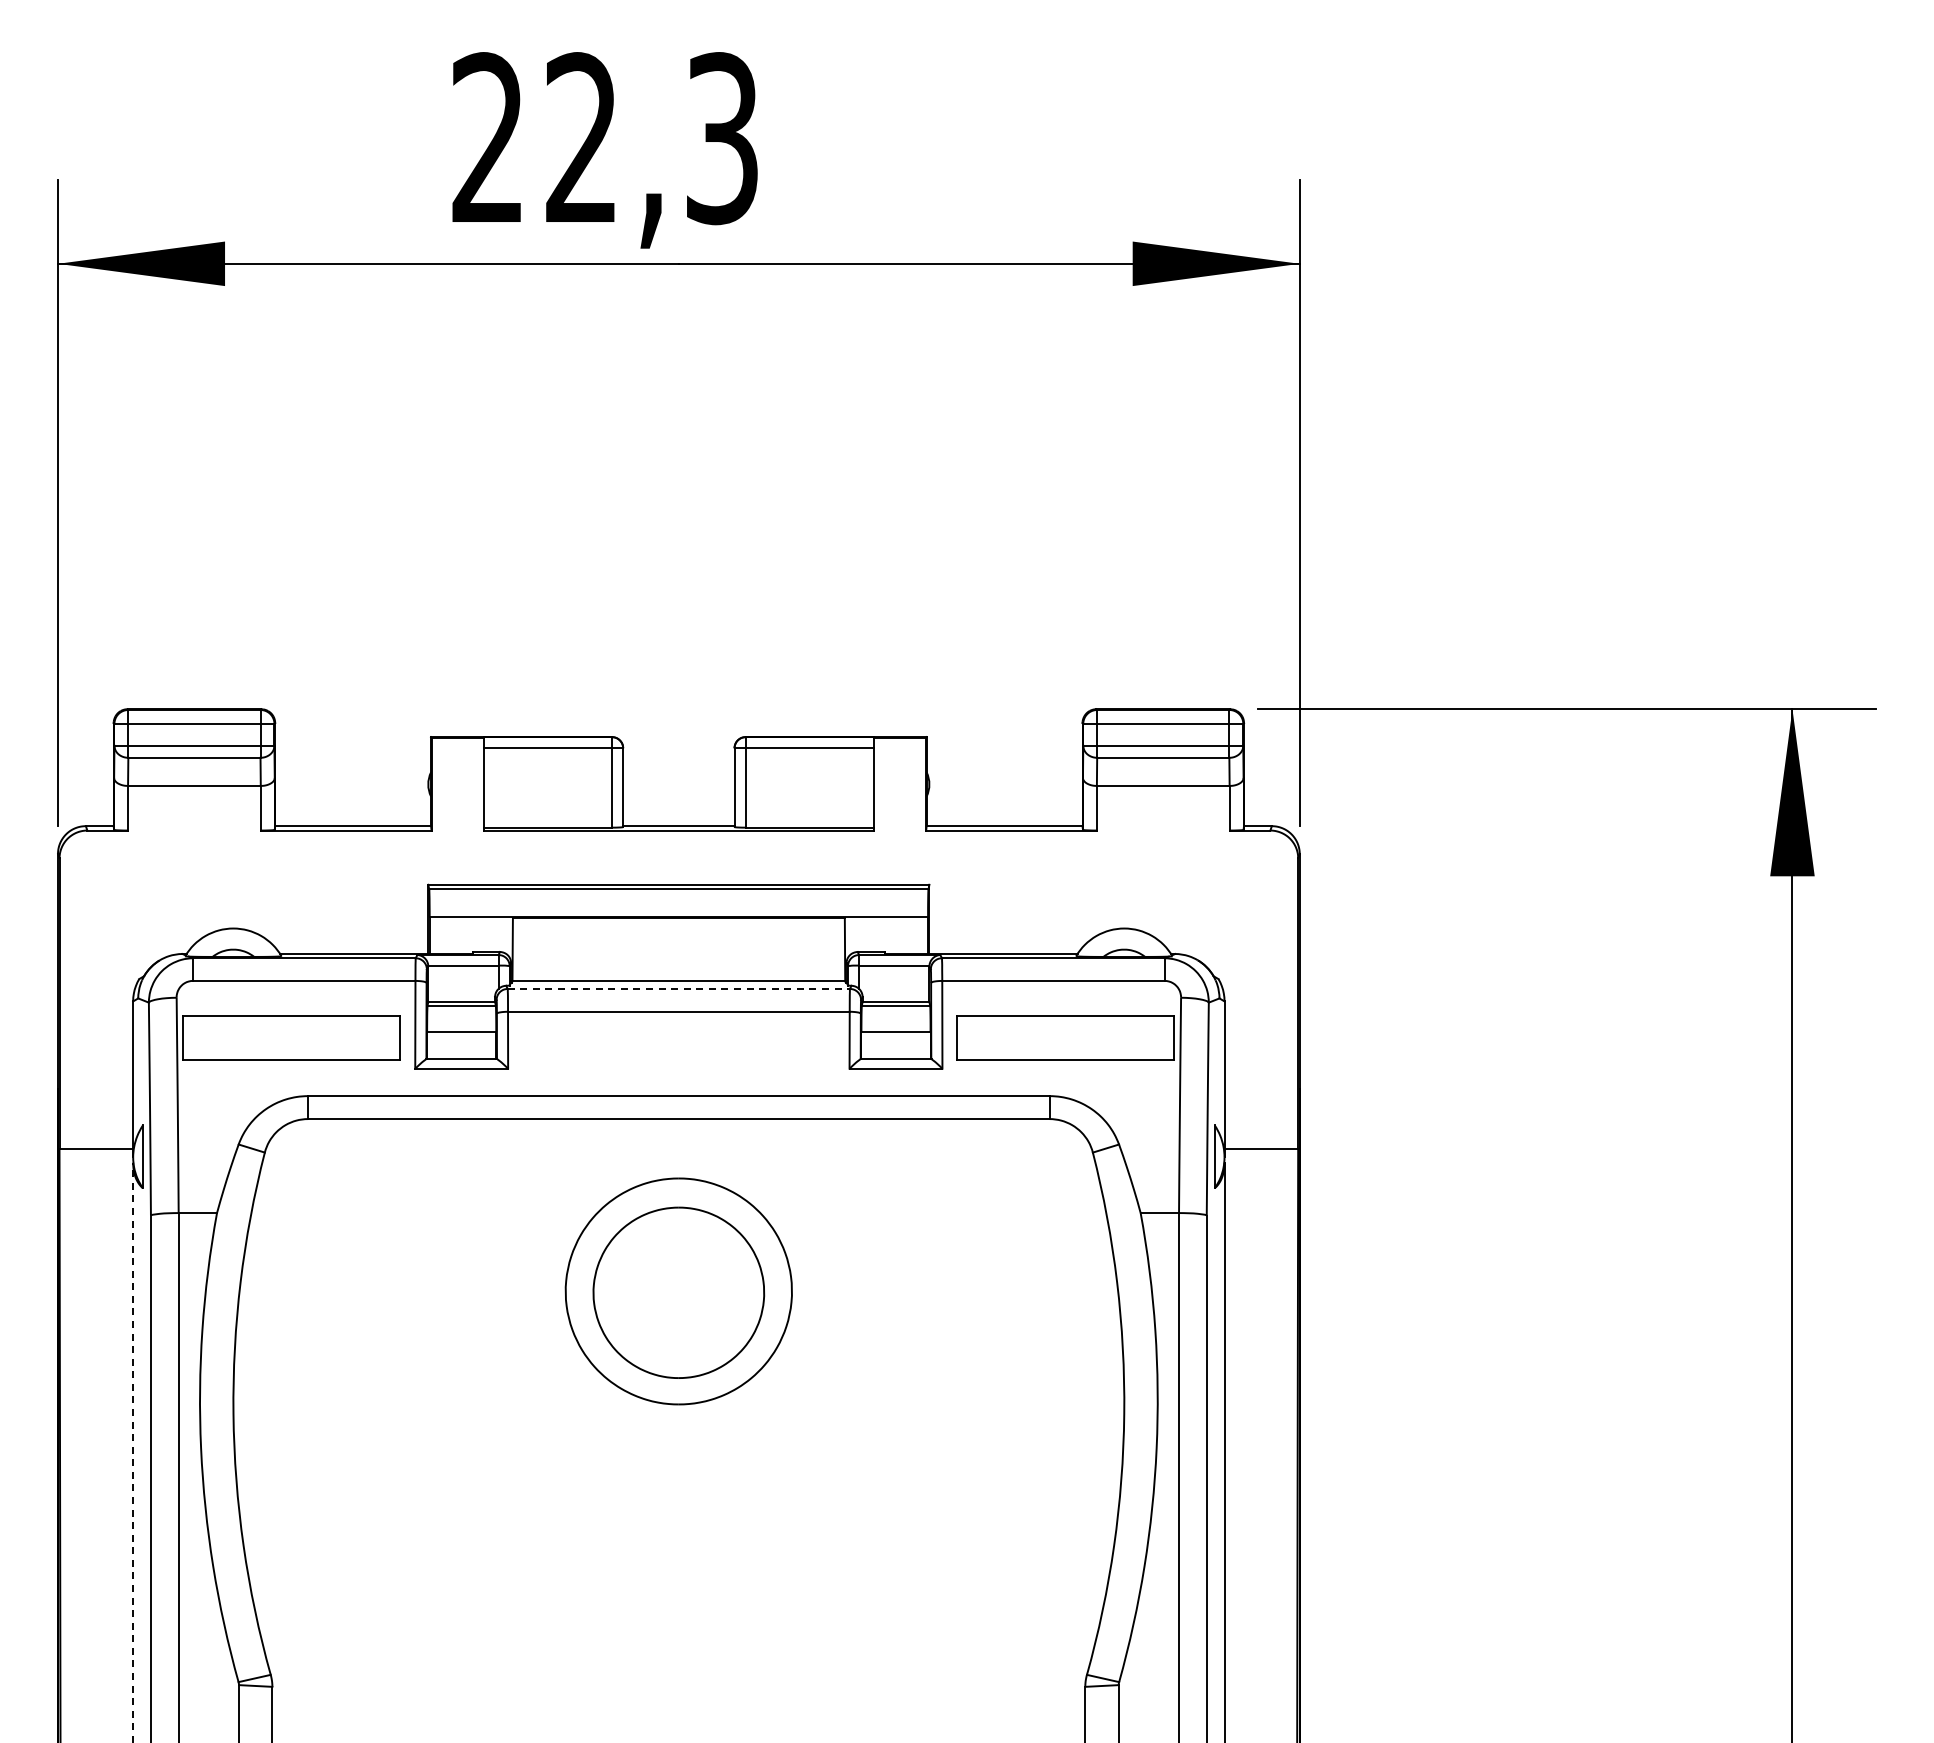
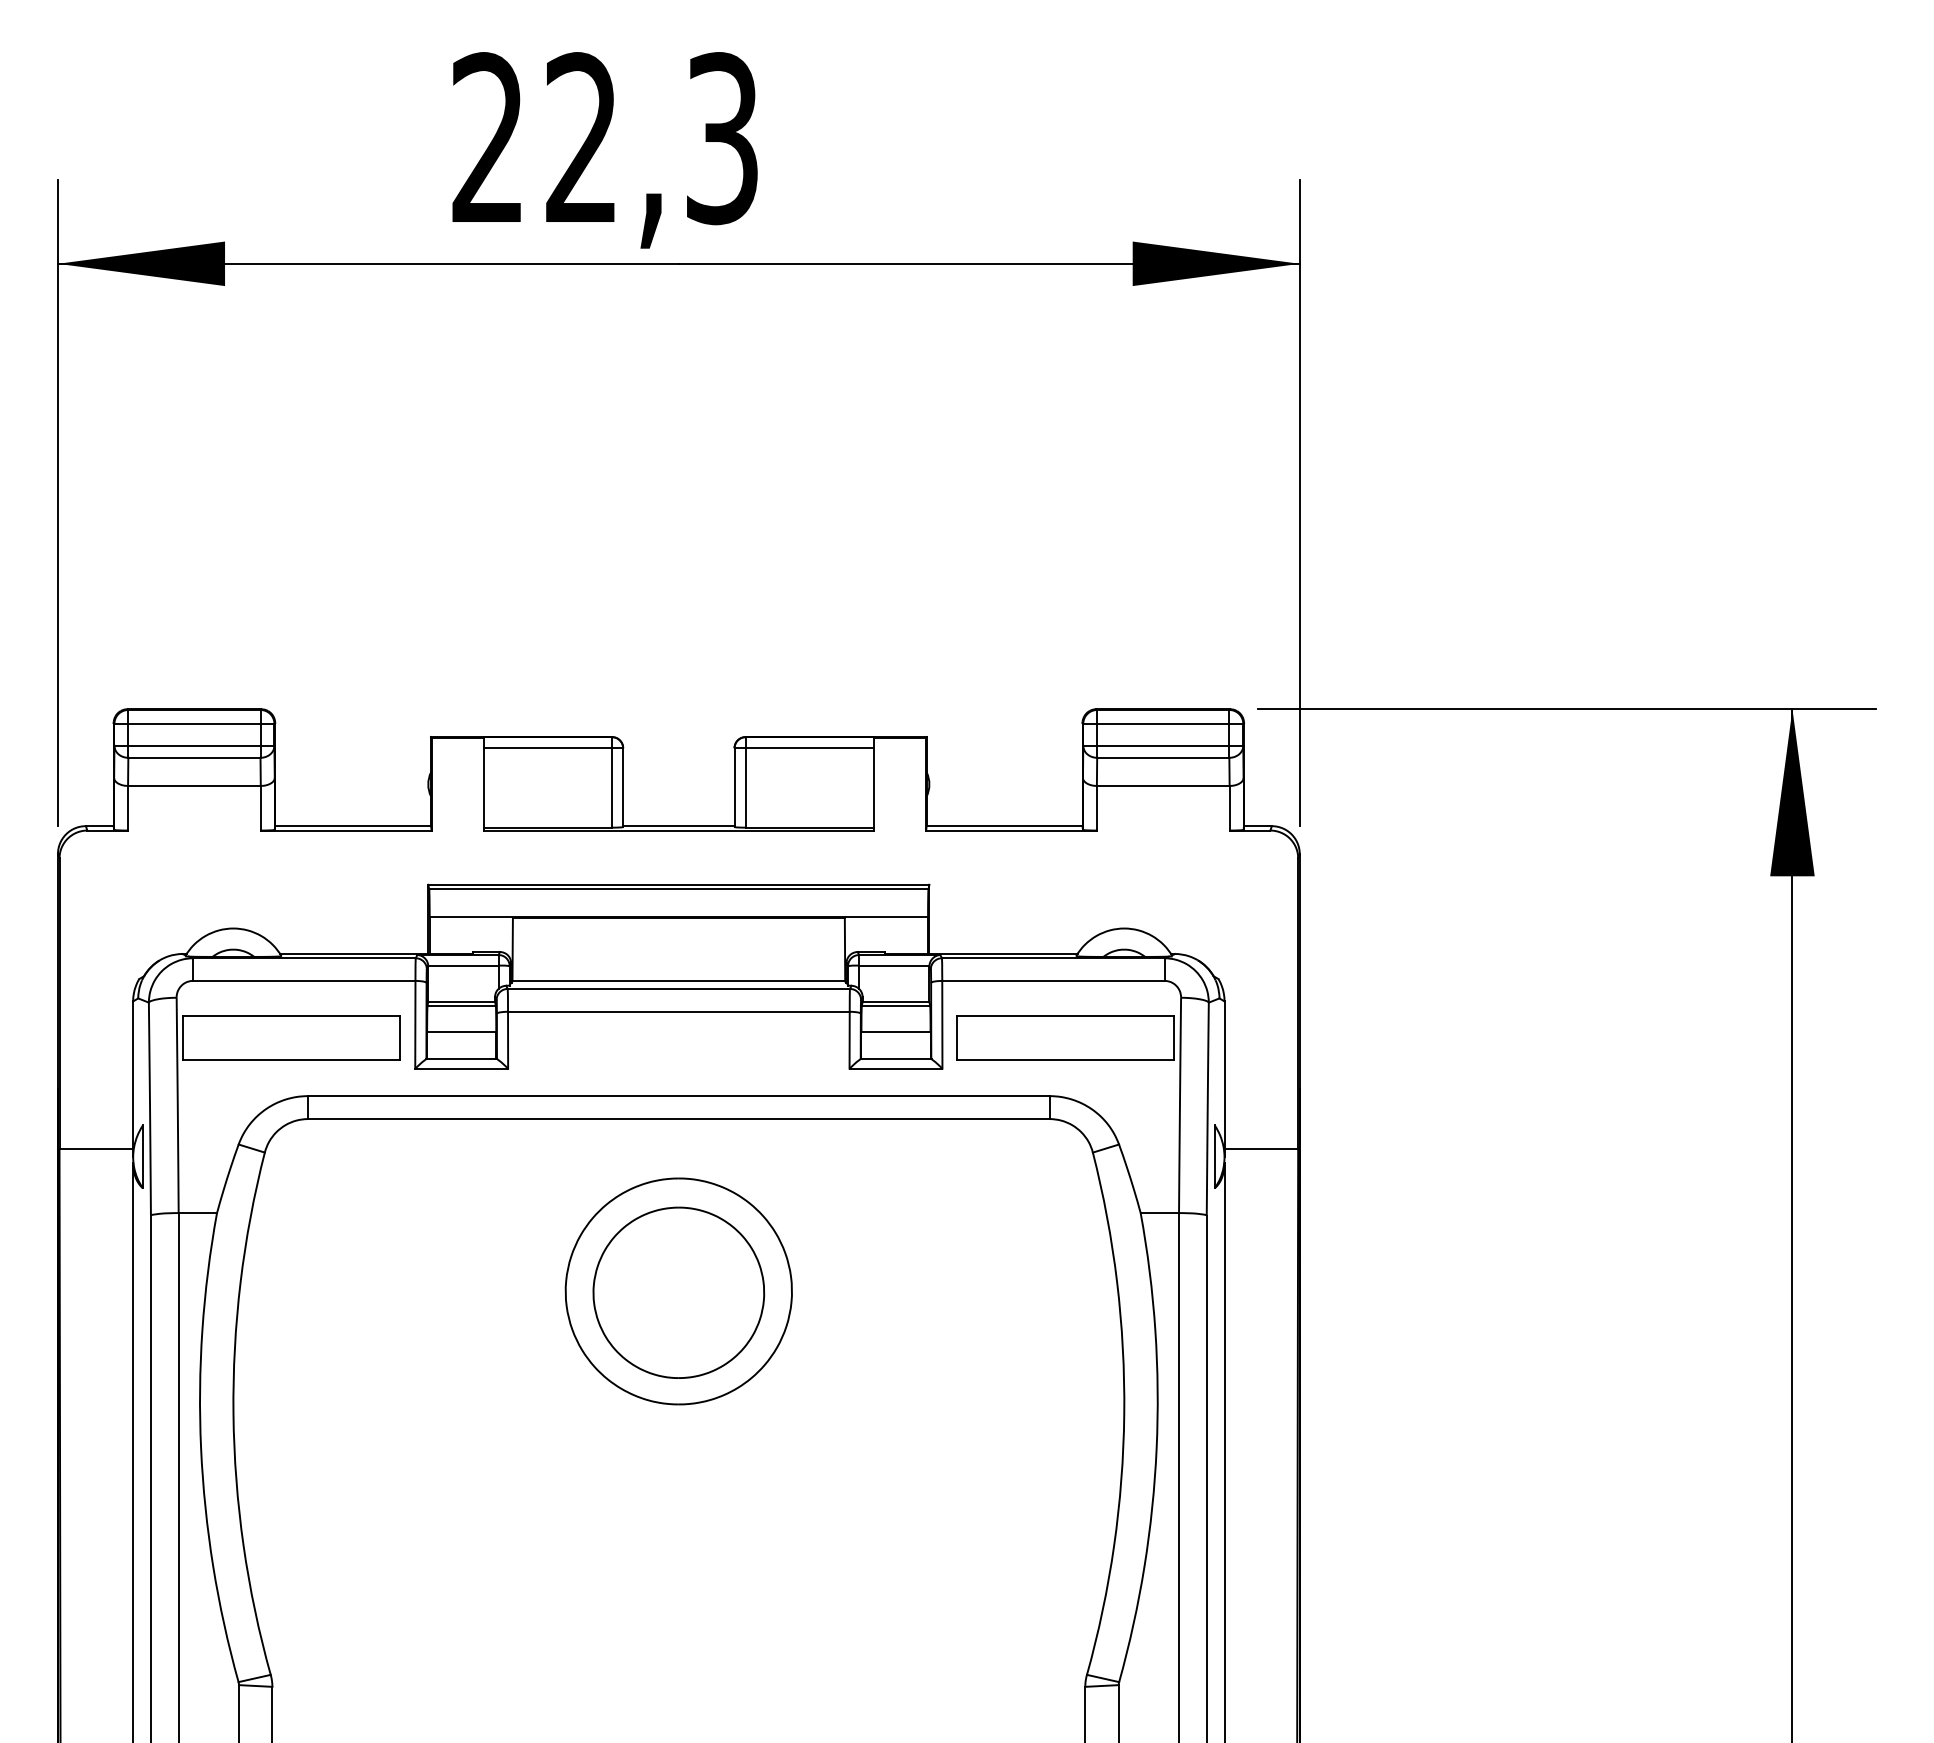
line at (679, 988): dashed -> solid
line at (133, 1452): dashed -> solid
